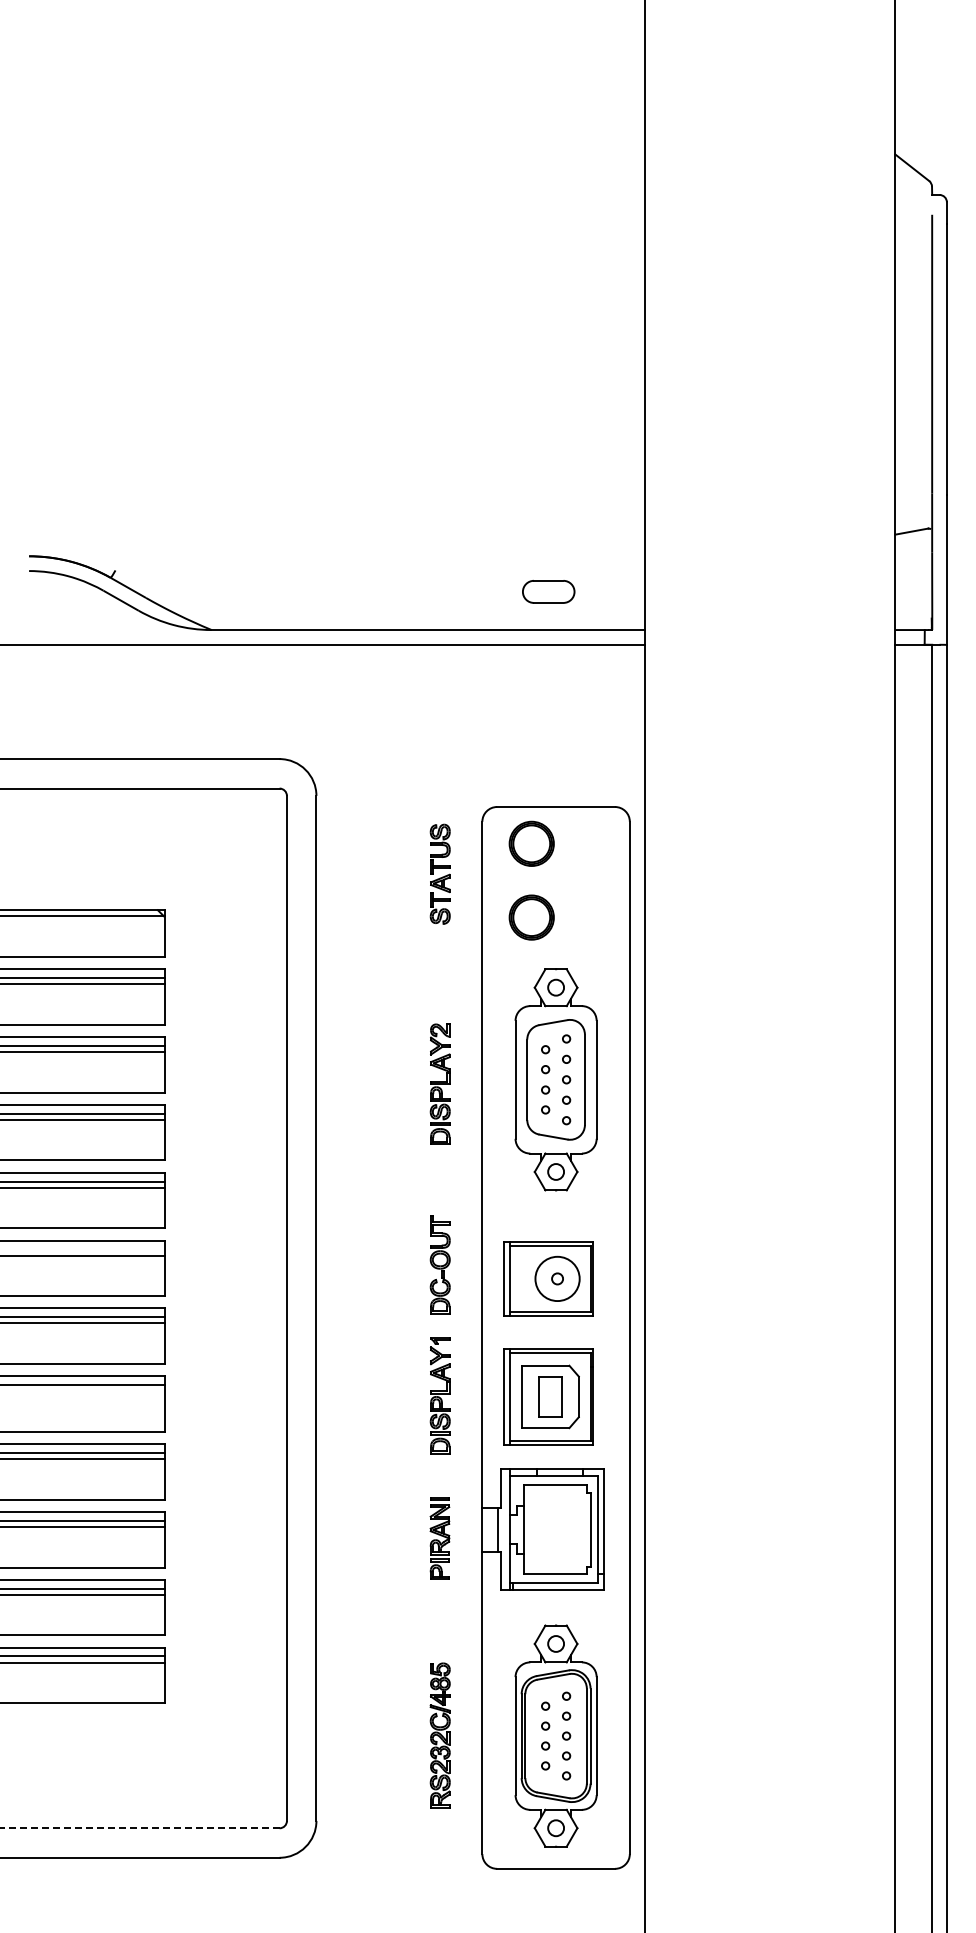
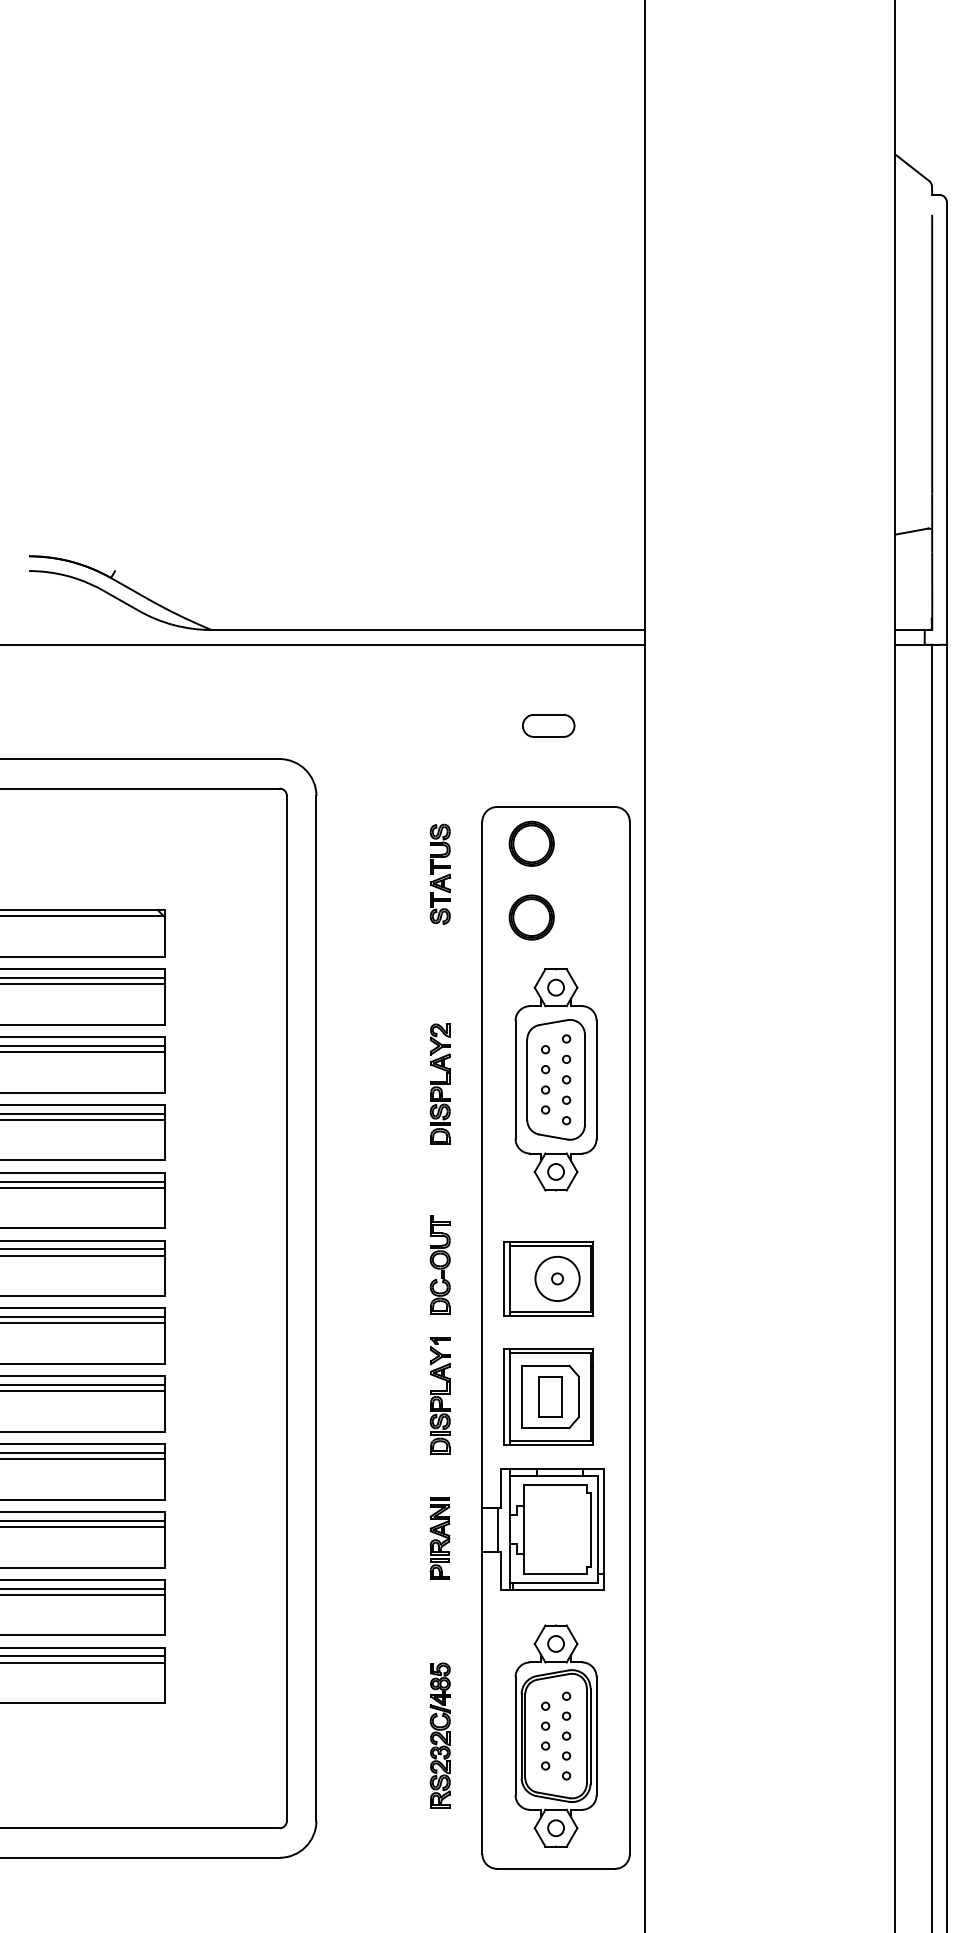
part at (548, 591) position: (548, 591) -> (548, 725)
line at (83, 1249): none -> present
line at (83, 1391): none -> present
line at (139, 1828): dashed -> solid
